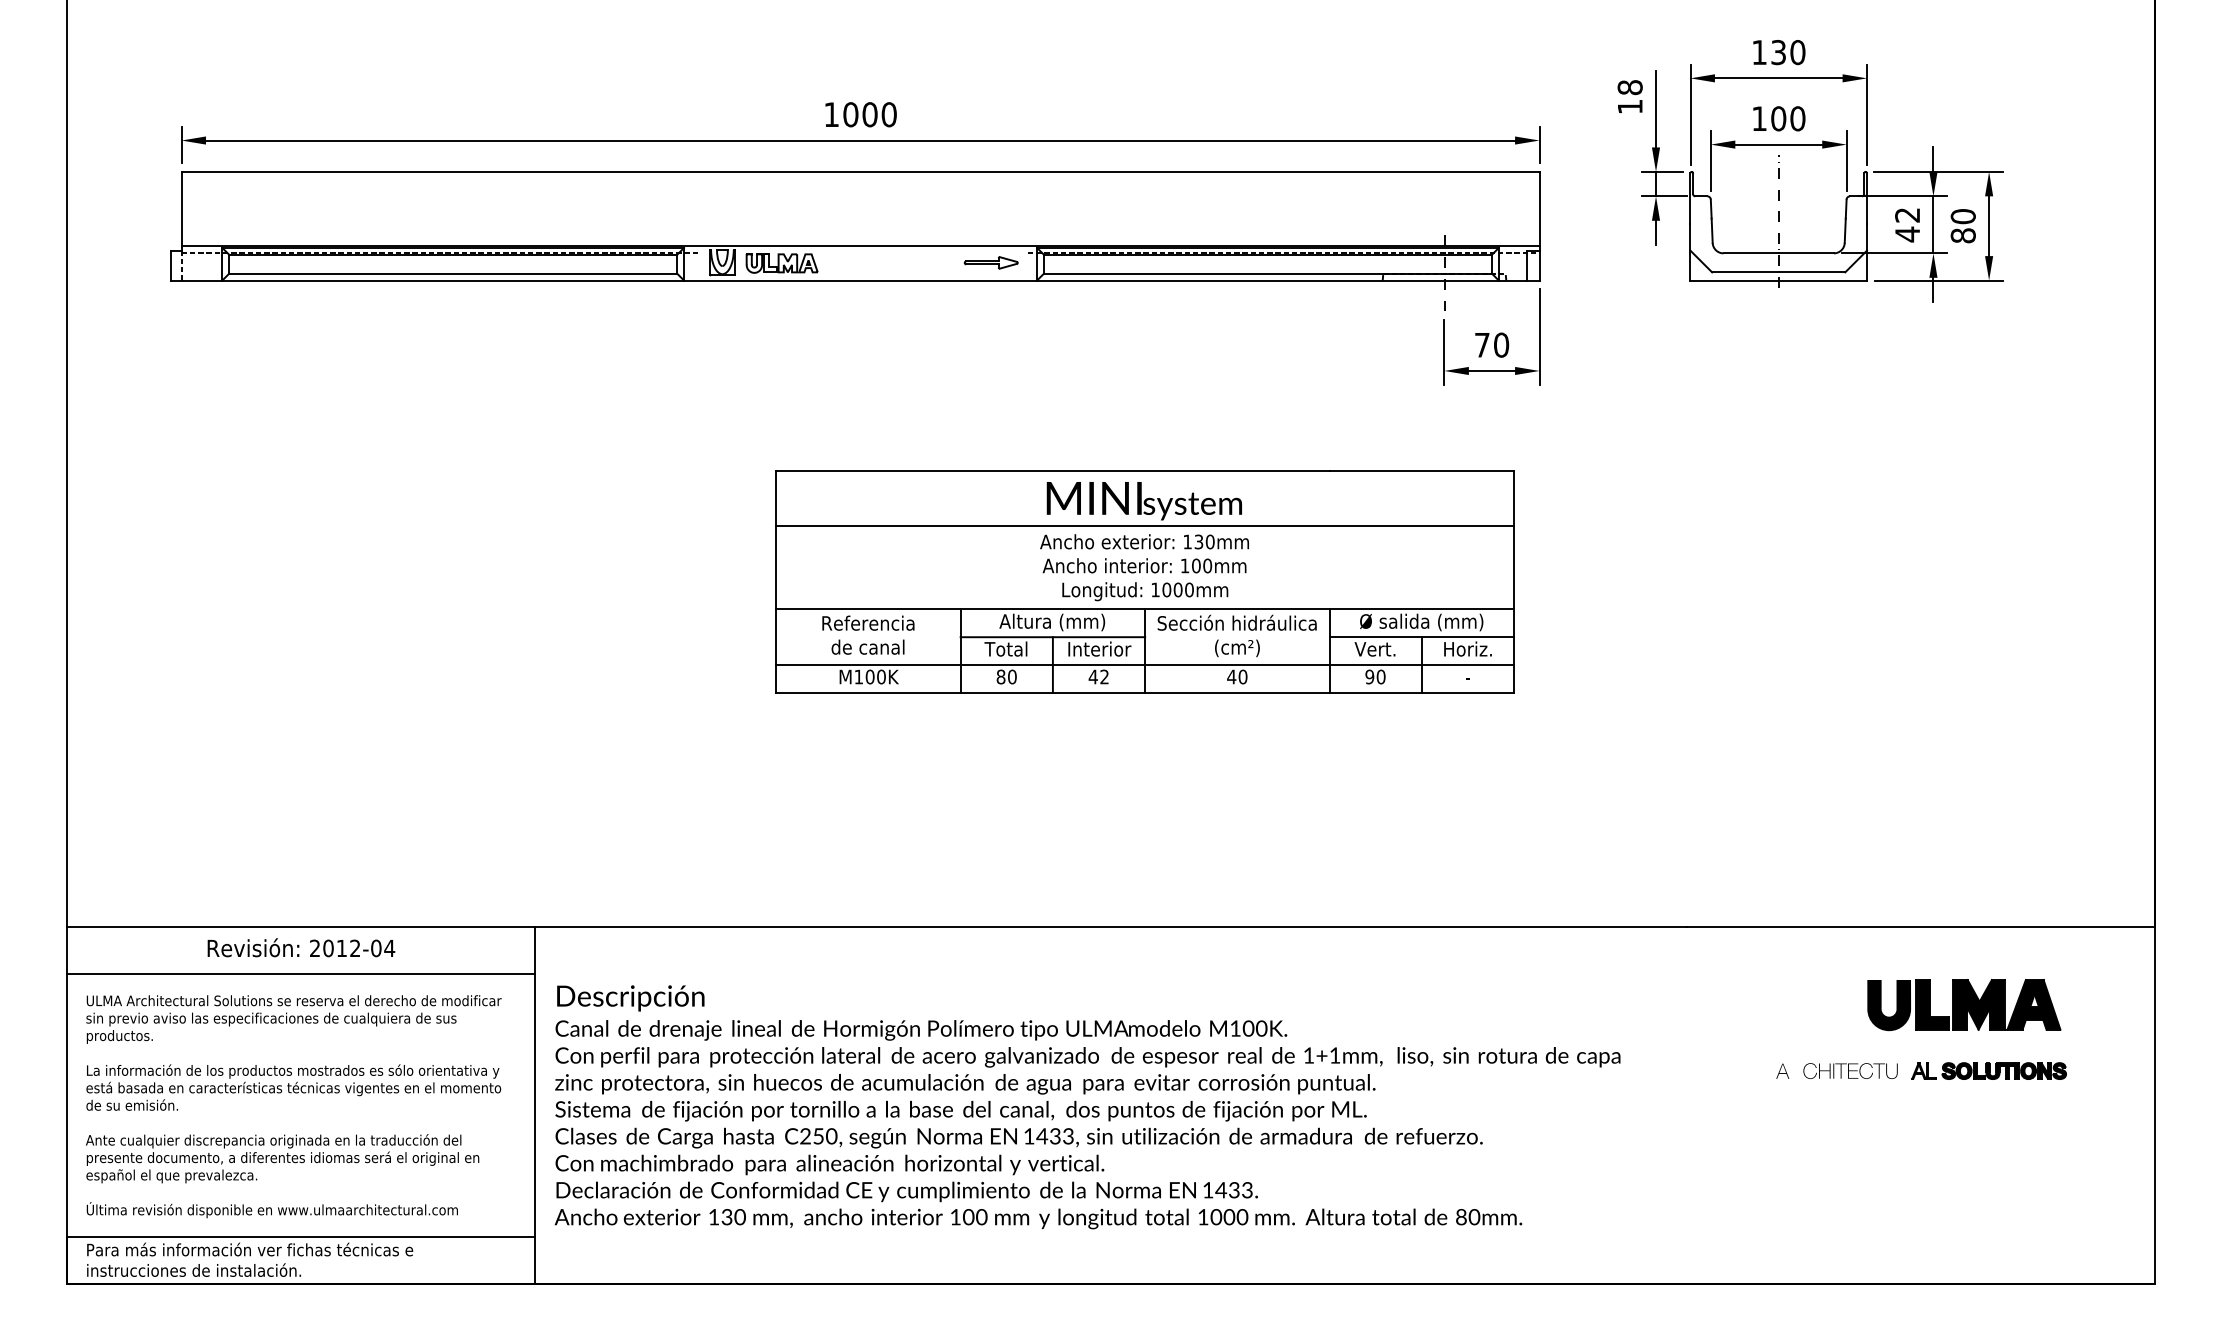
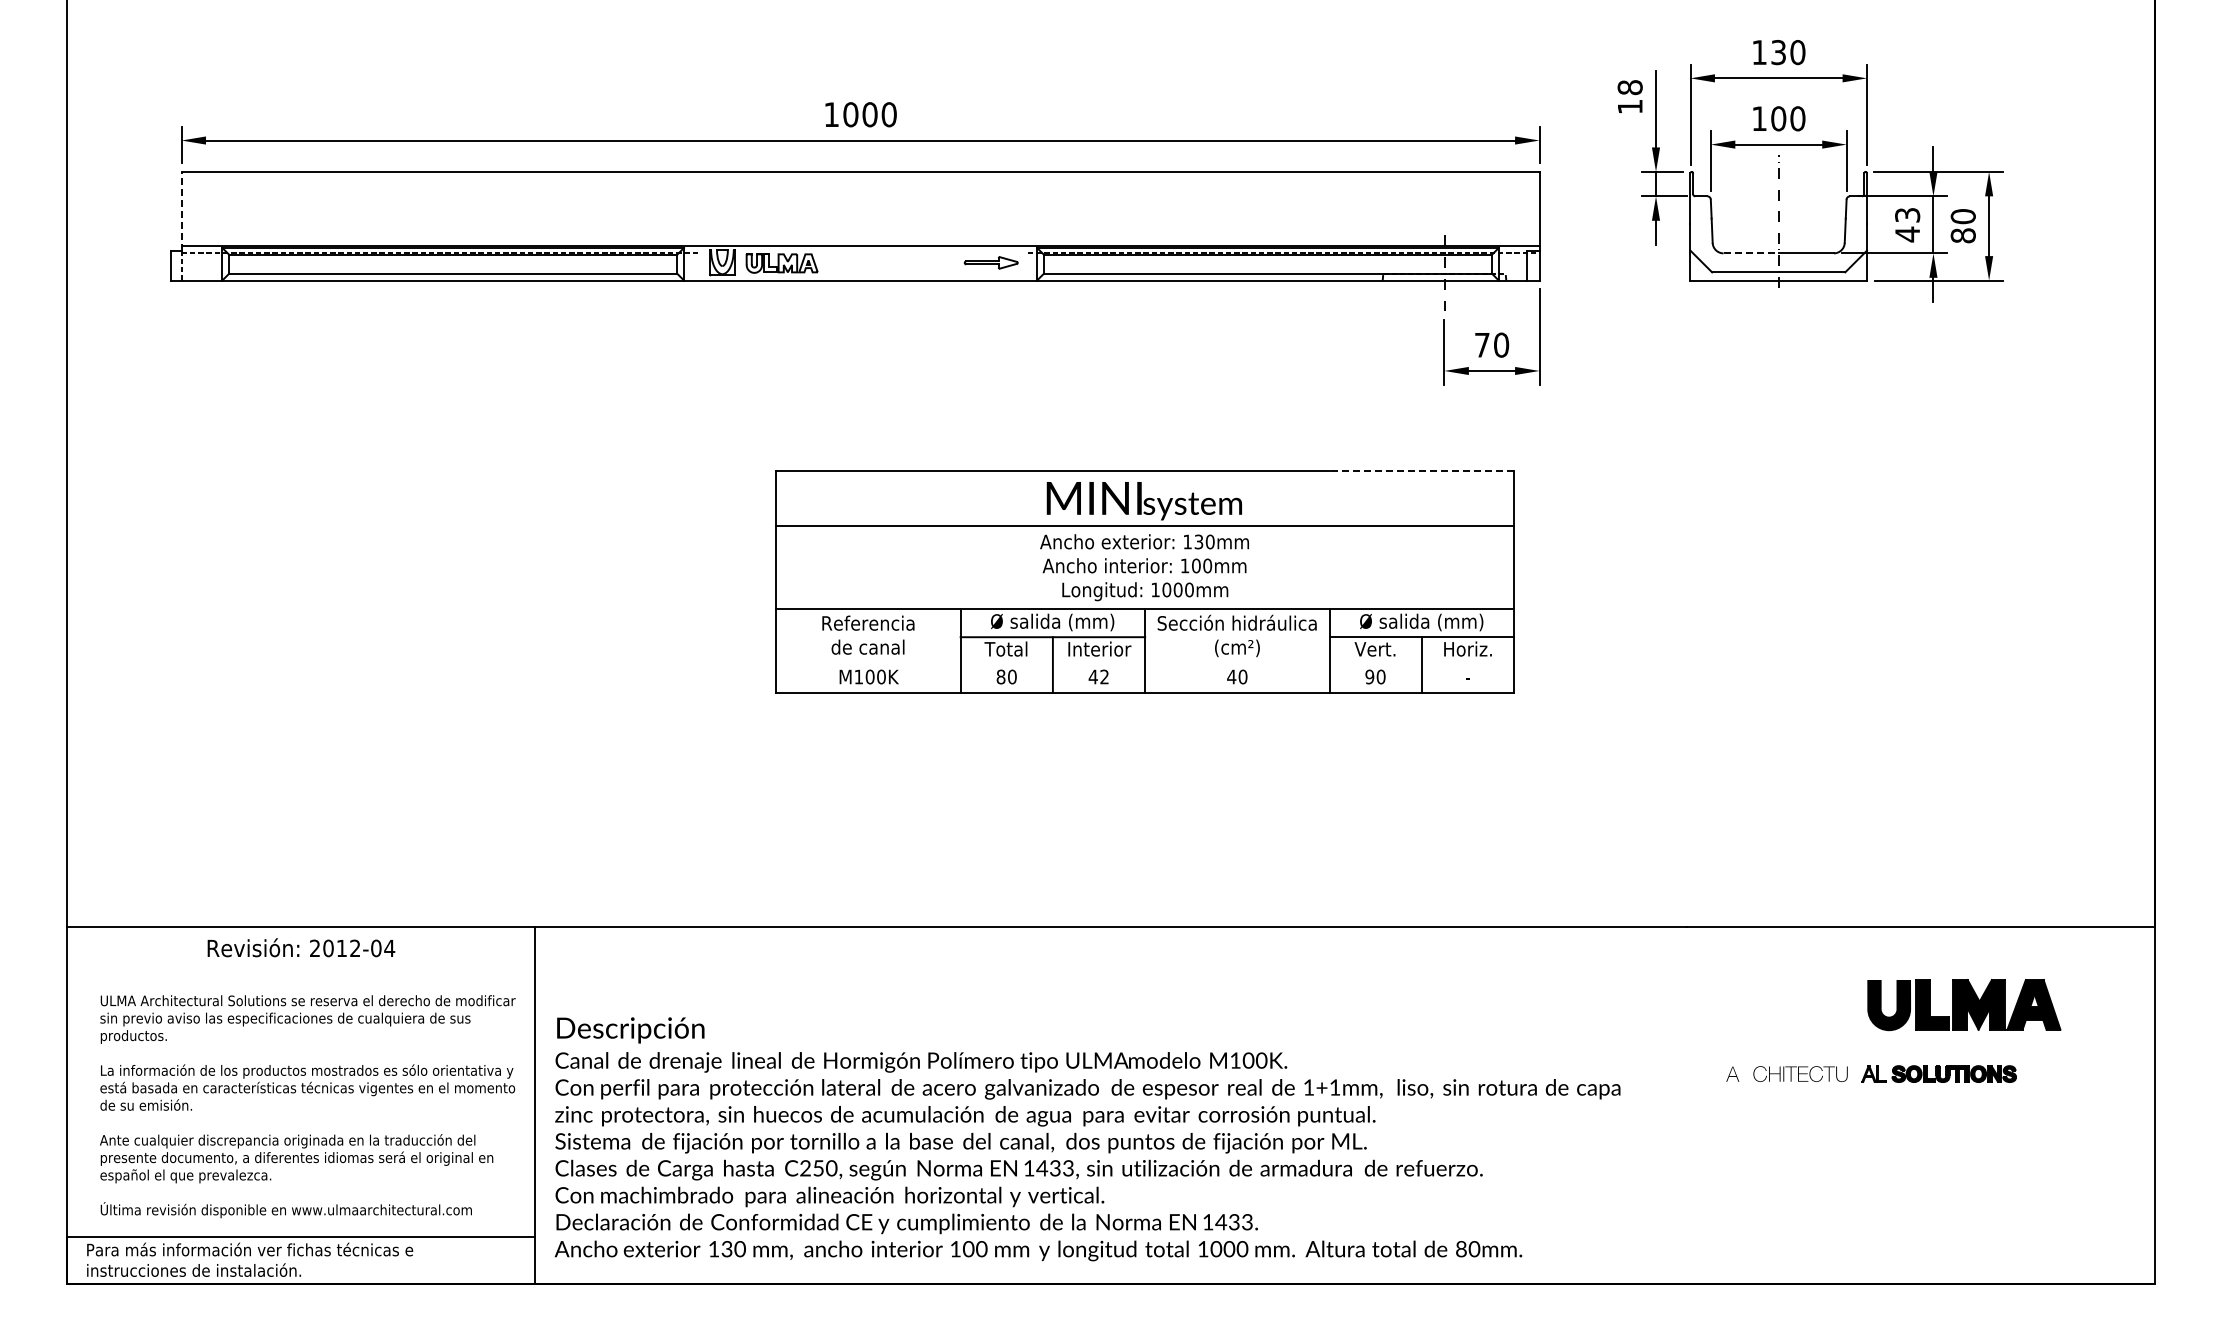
line at (181, 210): solid -> dashed
text at (1907, 215): 42 -> 43
line at (1751, 253): solid -> dashed
line at (1421, 470): solid -> dashed
text at (1052, 622): Altura (mm) -> Ø salida (mm)
line at (1145, 664): present -> none
line at (300, 974): present -> none
part at (1921, 1070) position: (1921, 1070) -> (1871, 1073)
text at (293, 1106) position: (293, 1106) -> (307, 1106)
text at (1087, 1107) position: (1087, 1107) -> (1087, 1139)
